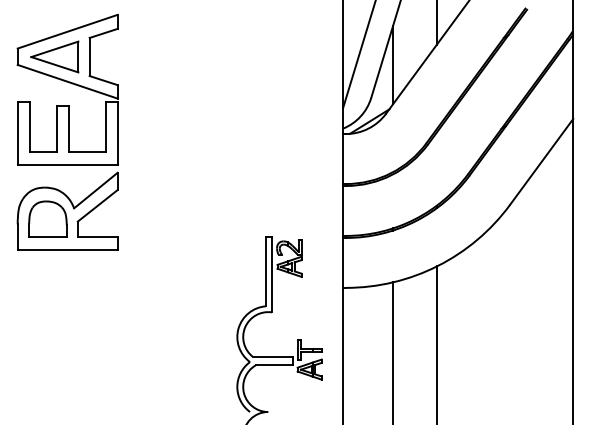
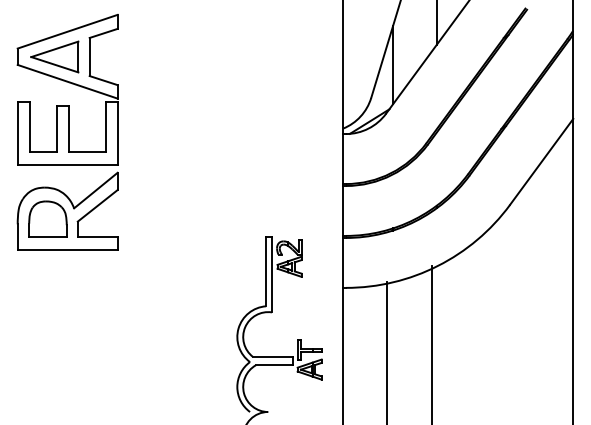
line at (359, 55): present -> none
line at (436, 343) position: (436, 343) -> (431, 343)
line at (393, 351) position: (393, 351) -> (387, 351)
